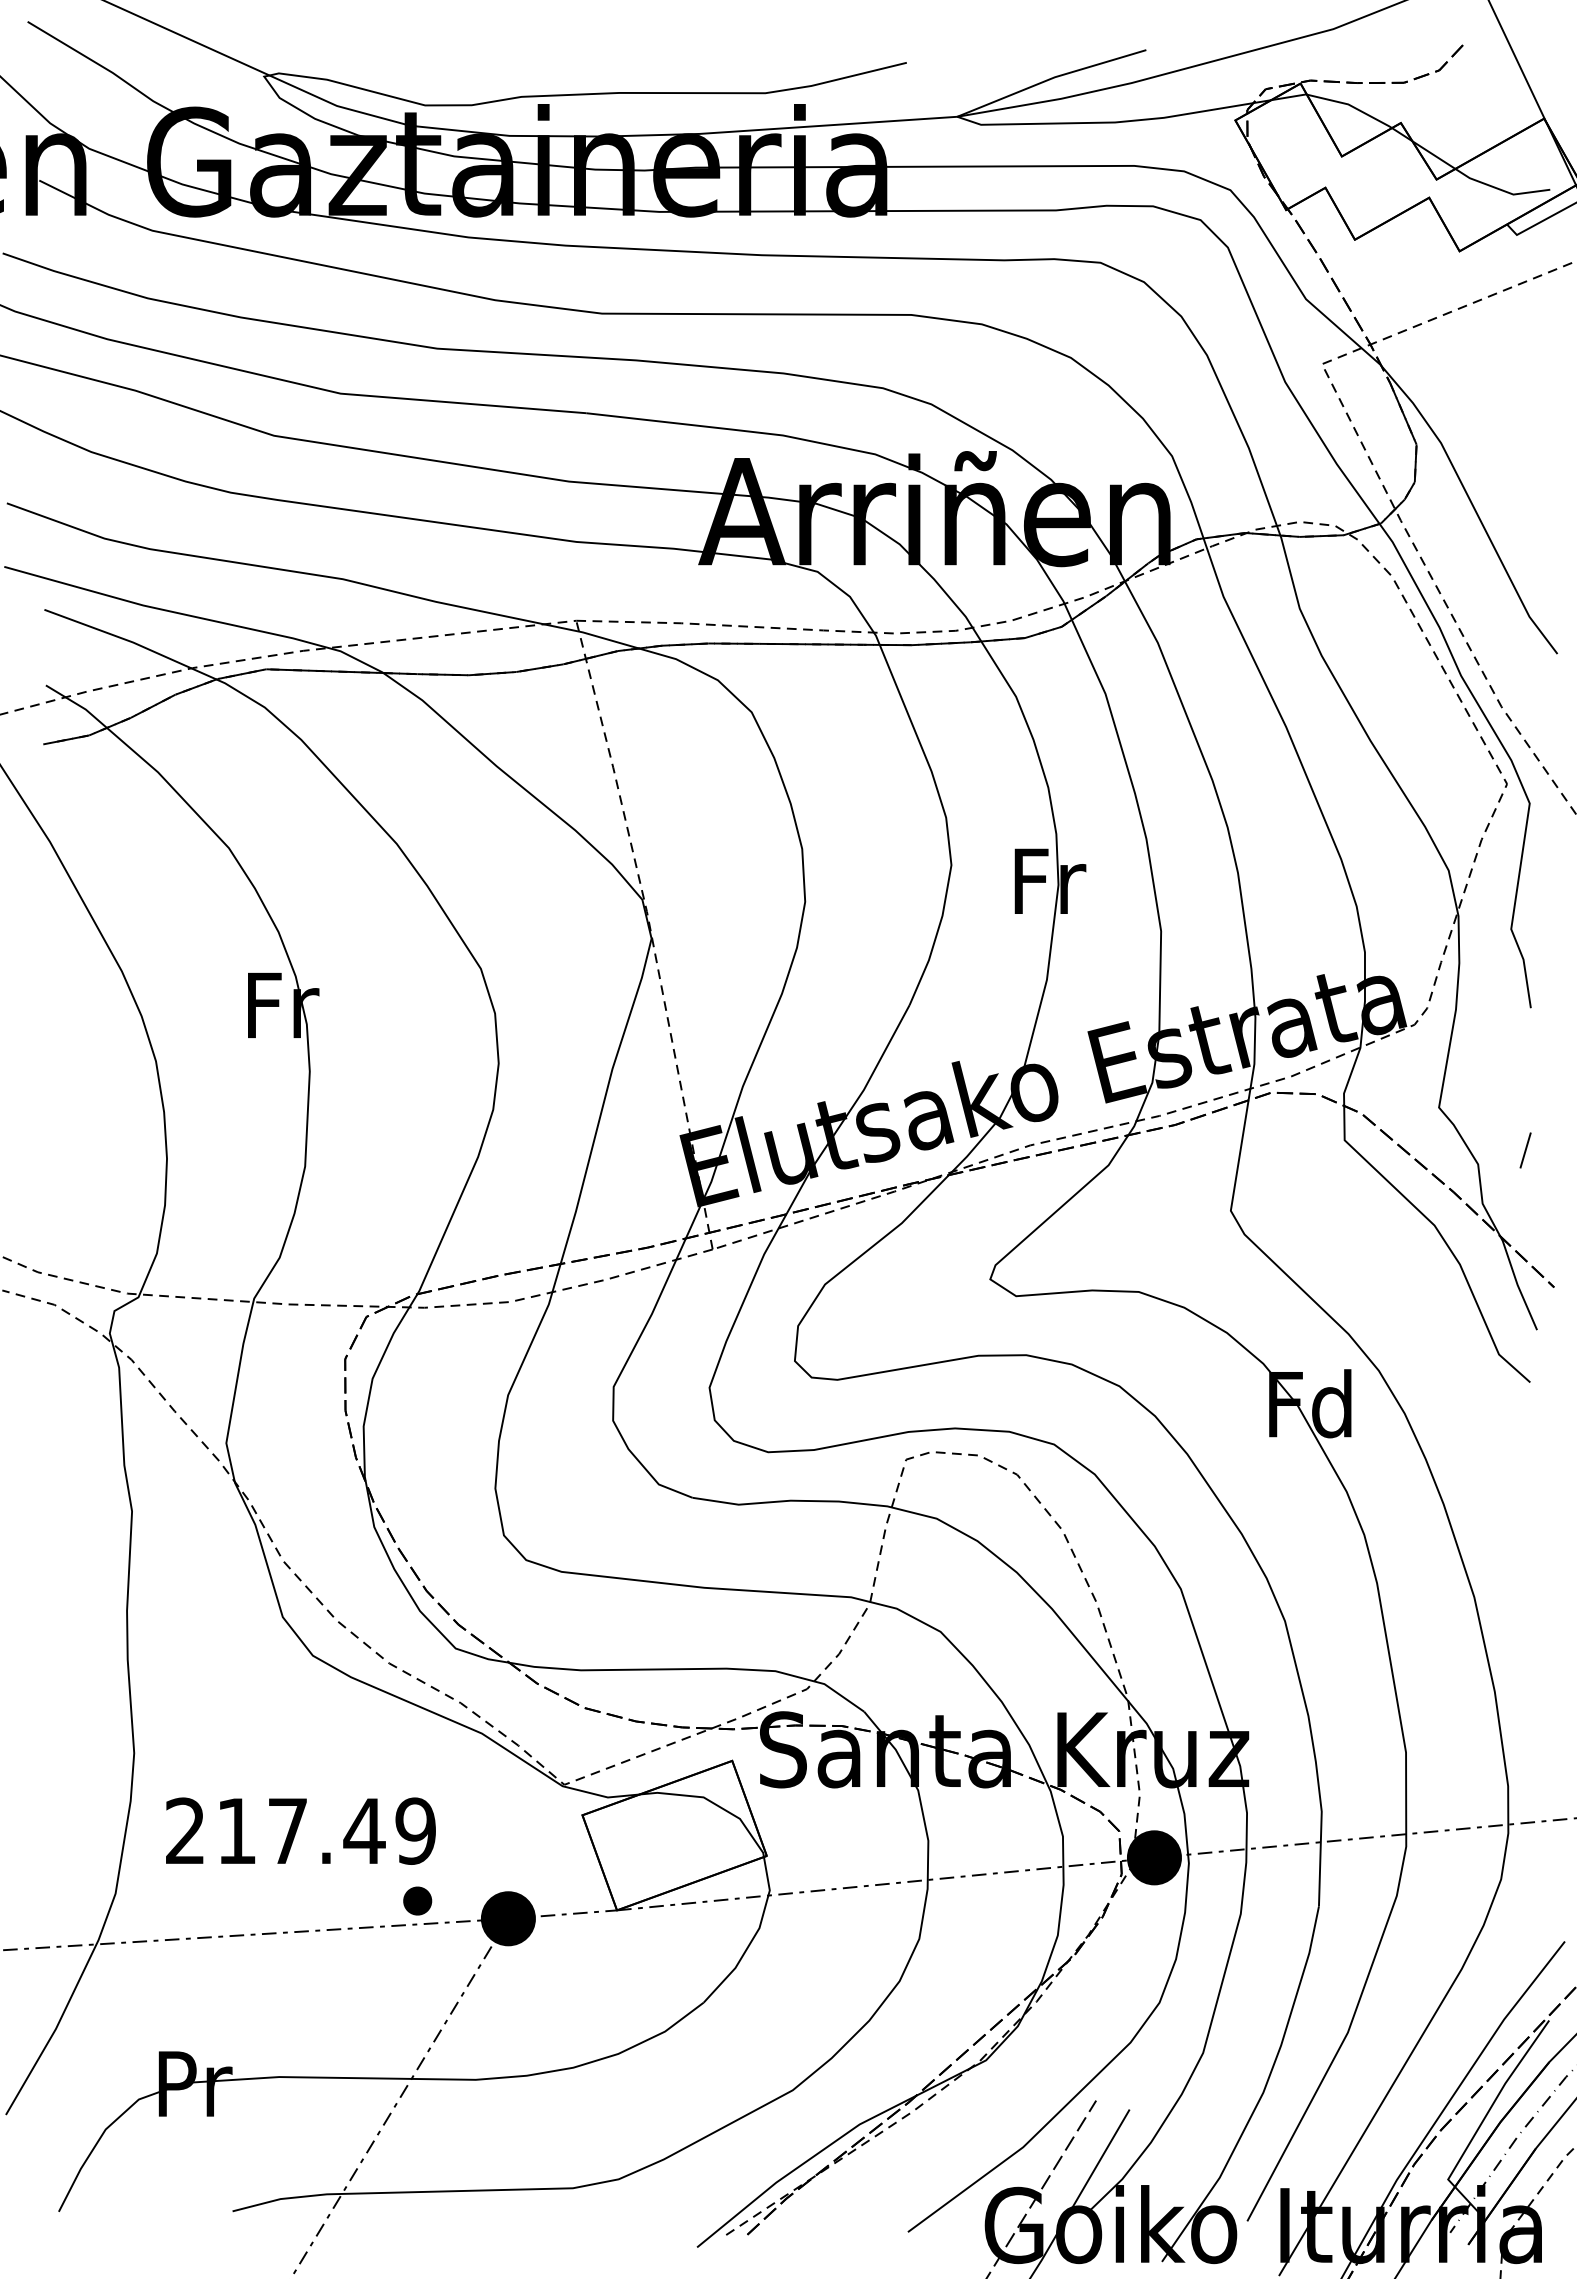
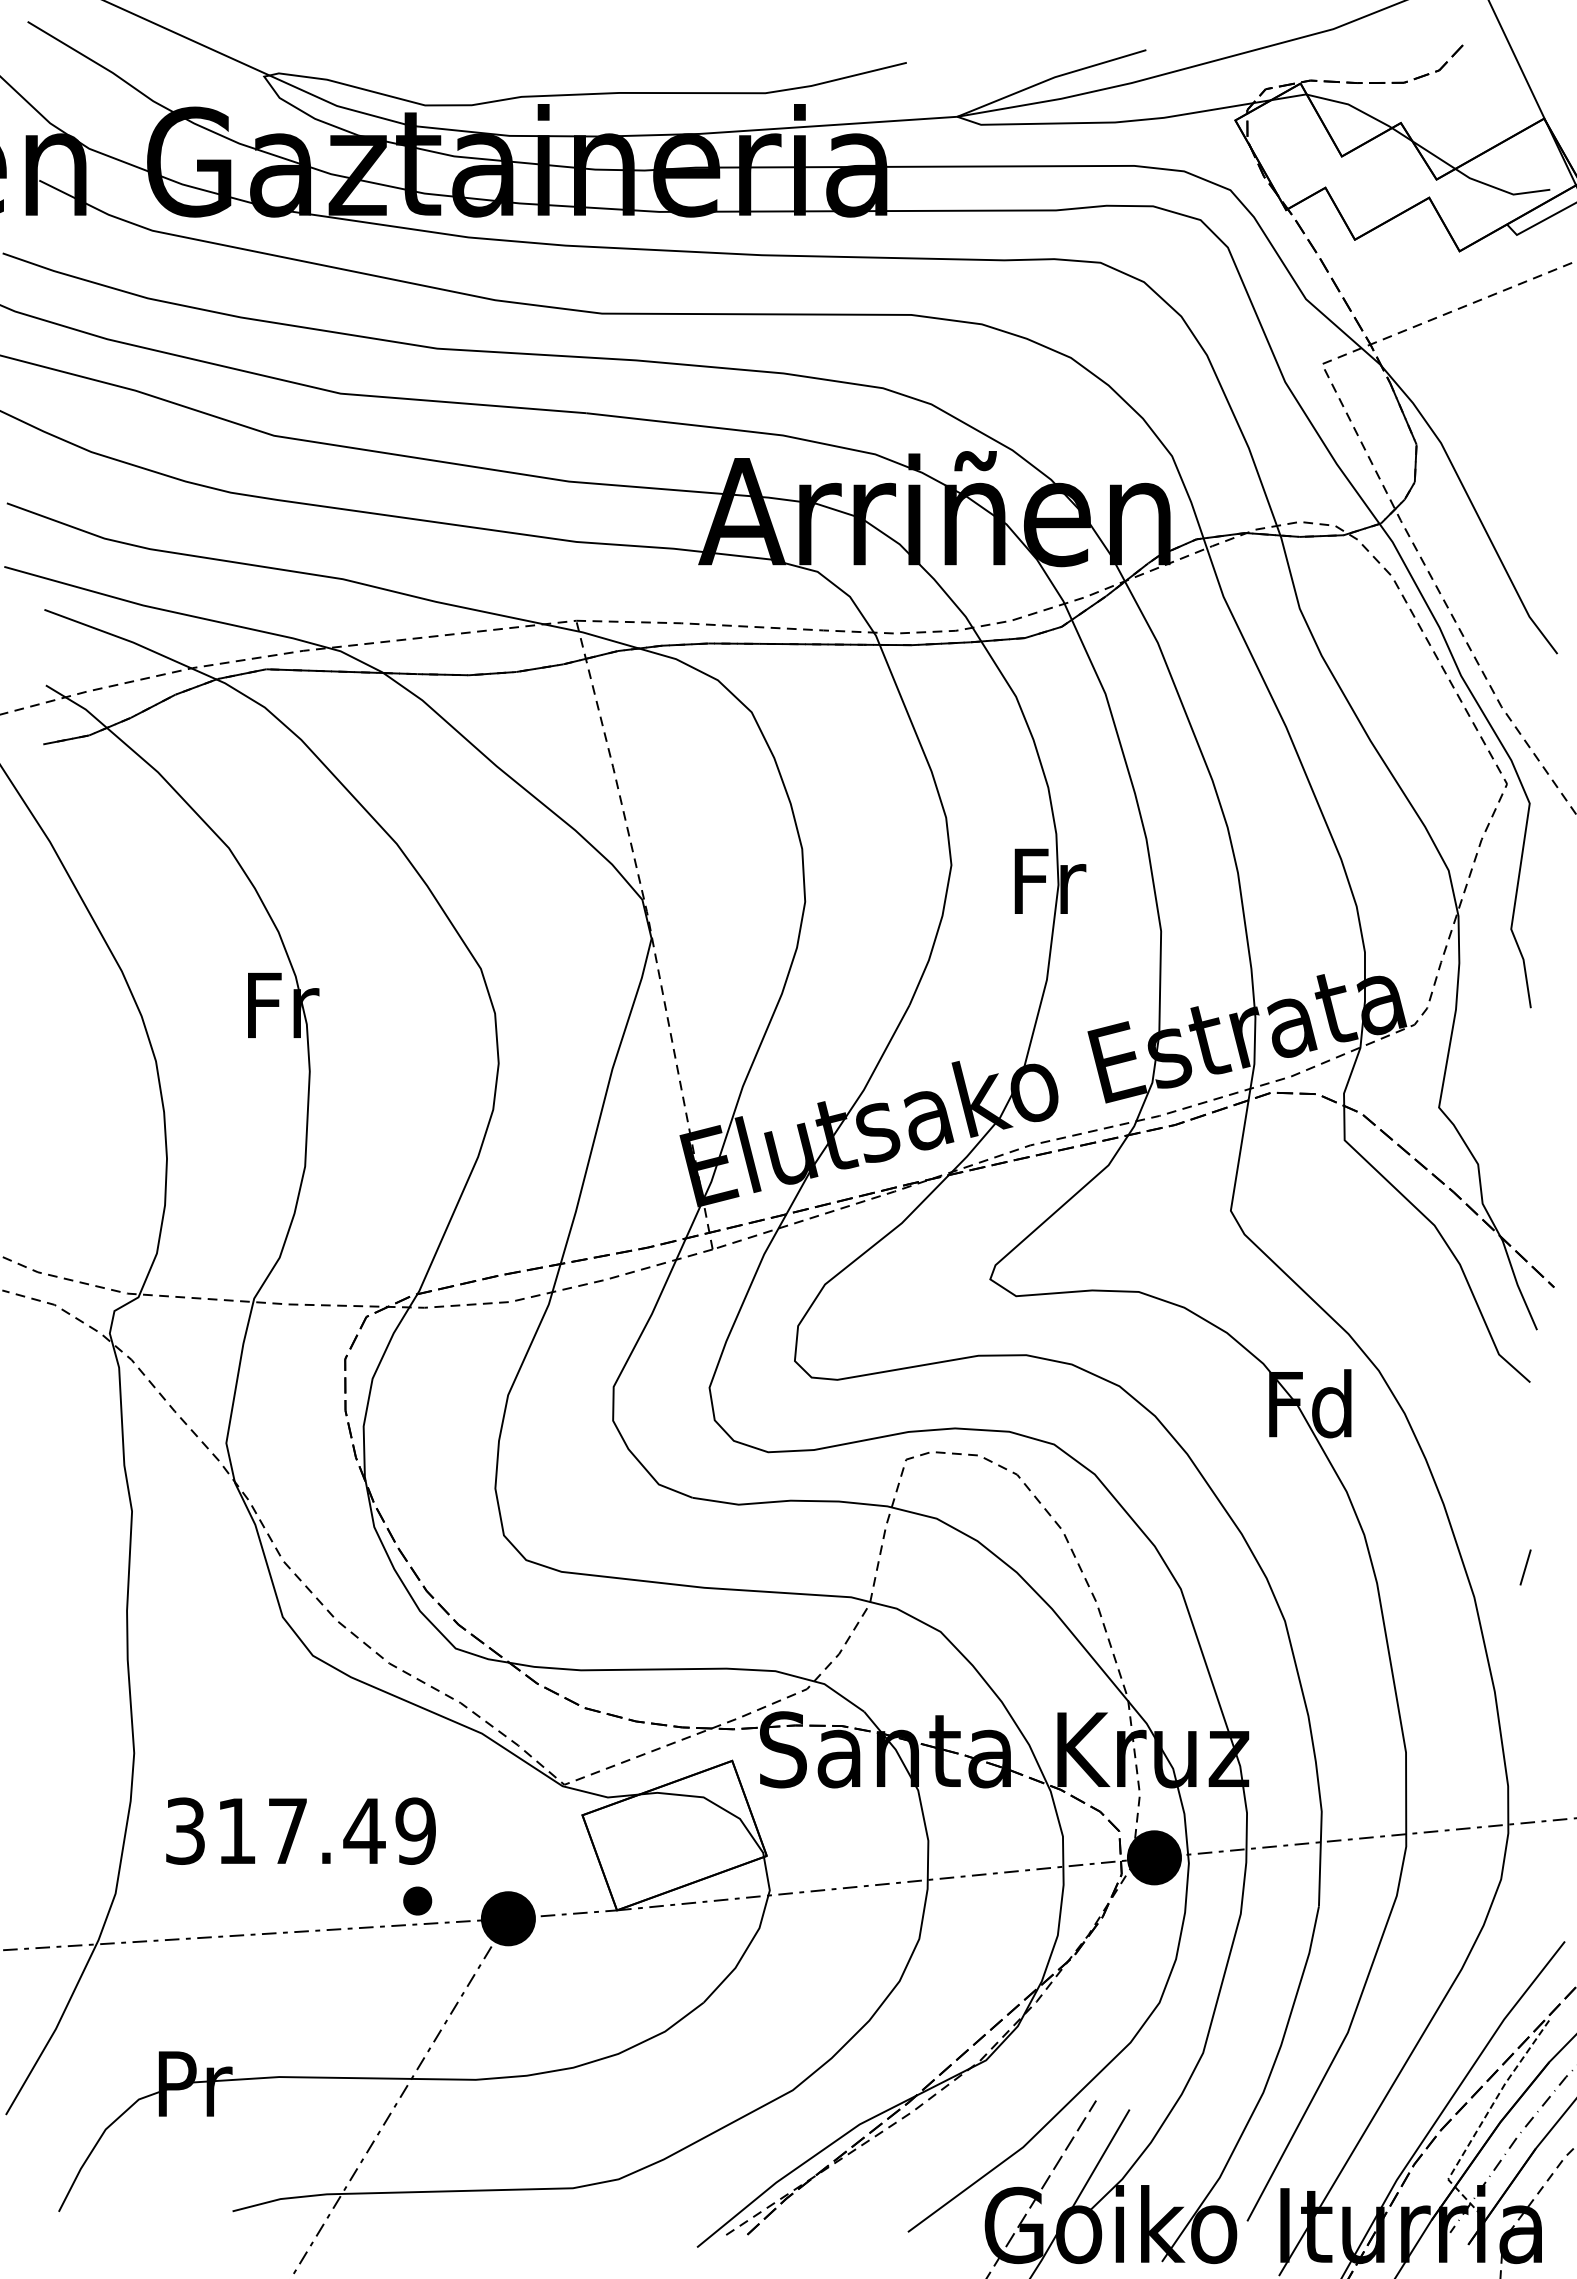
line at (1525, 1150) position: (1525, 1150) -> (1525, 1567)
text at (185, 1830): 217.49 -> 317.49
line at (1483, 2120): solid -> dashed
